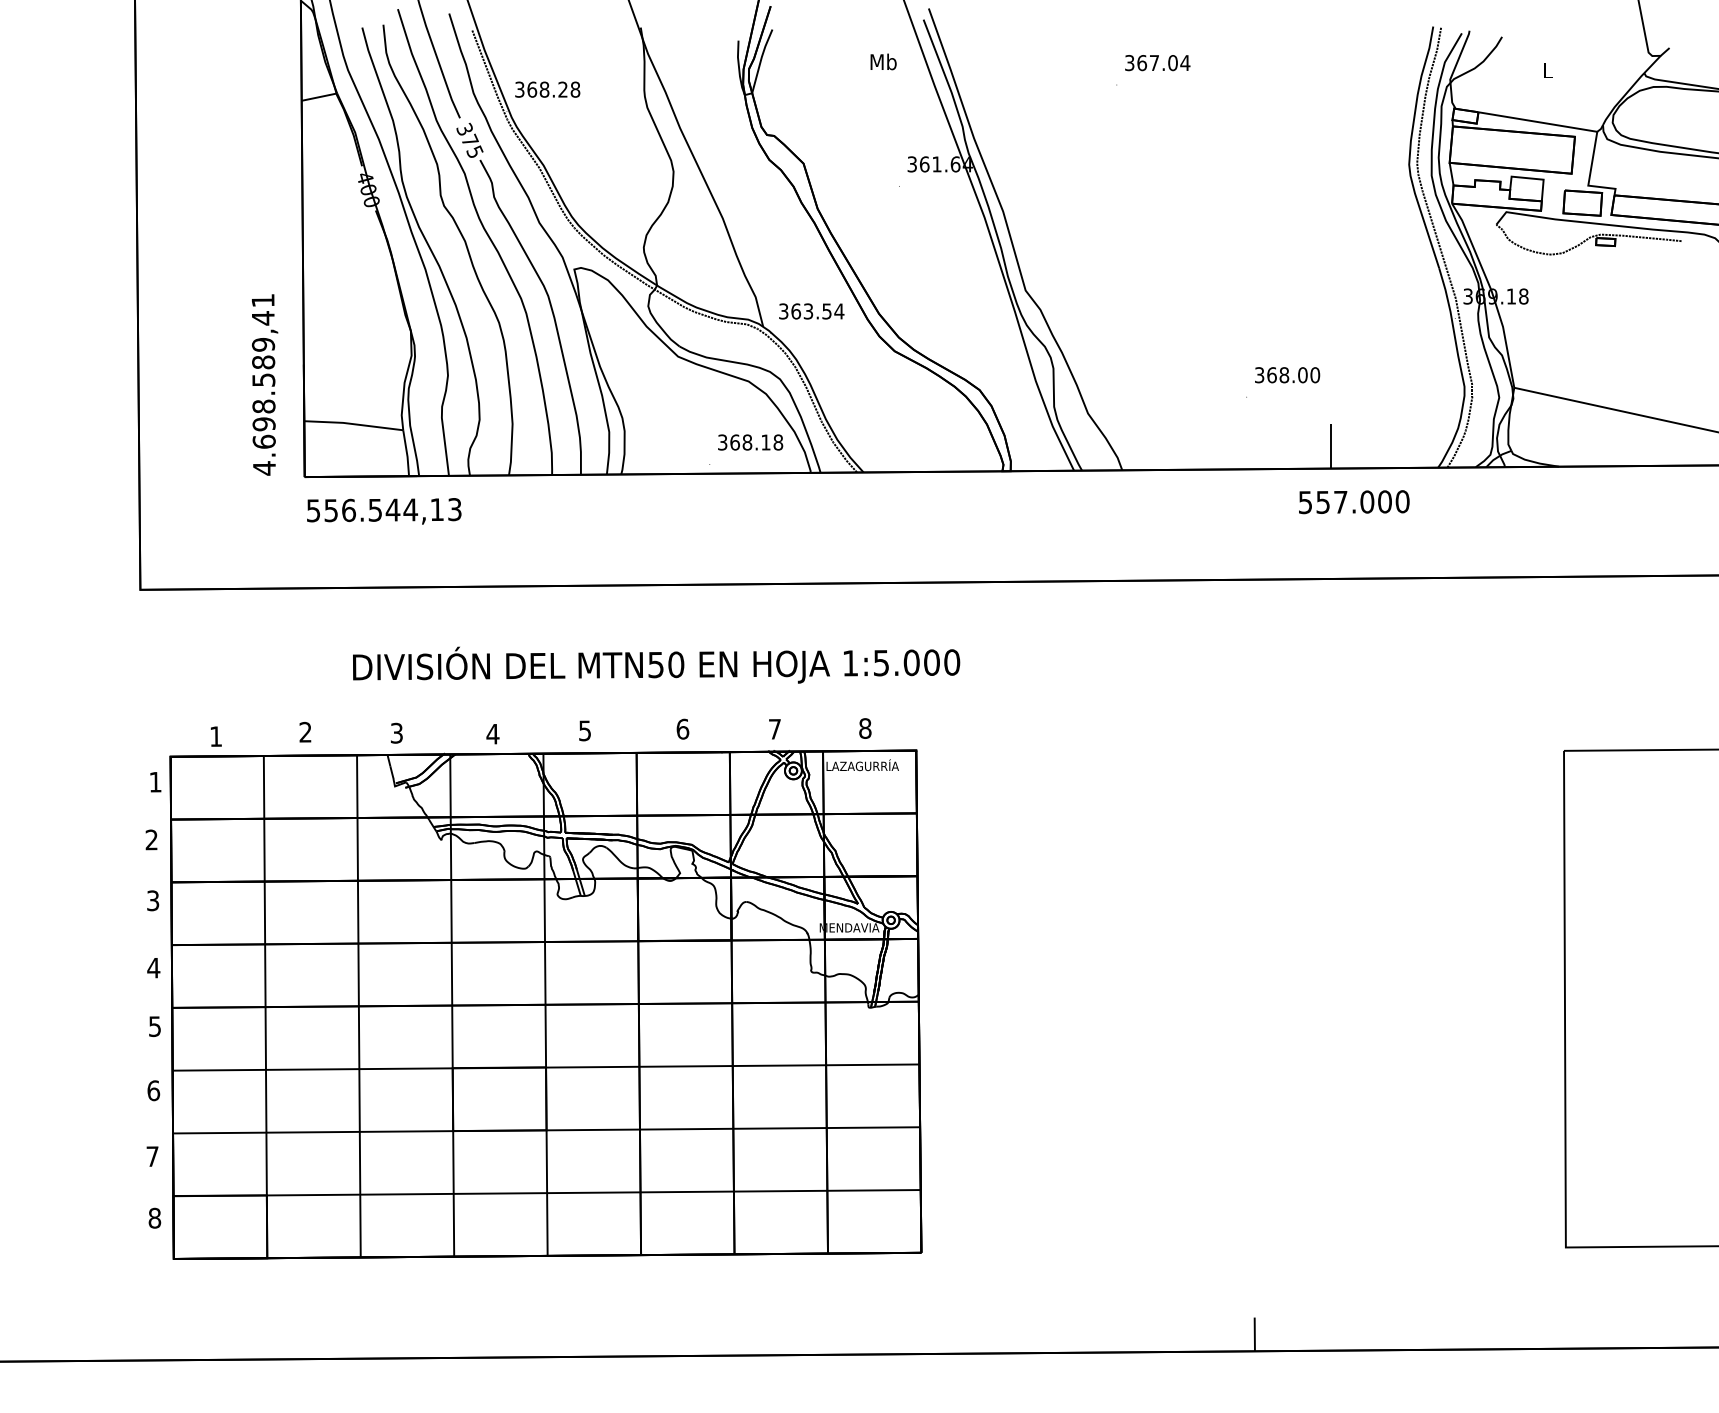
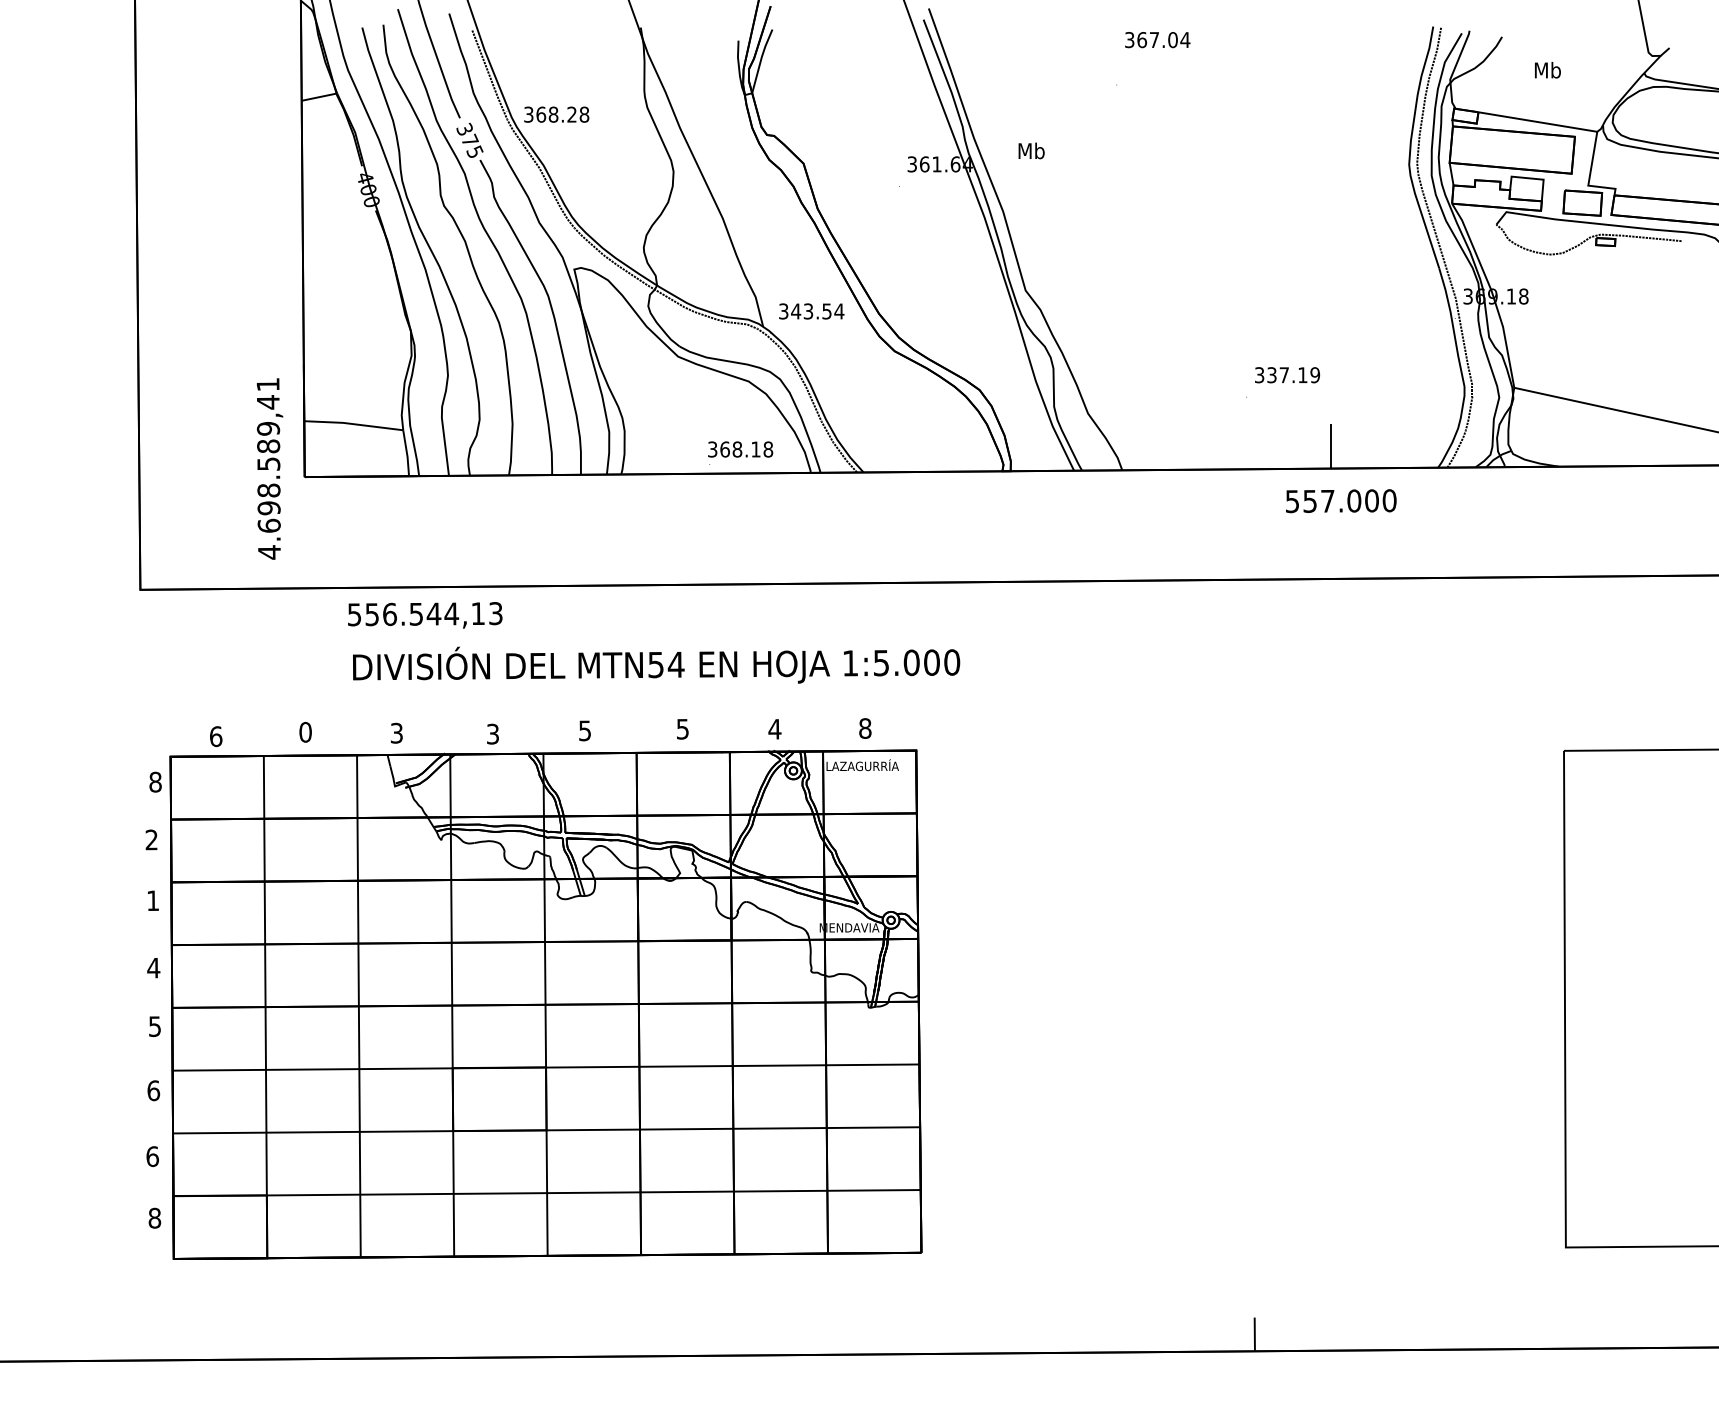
text at (883, 61) position: (883, 61) -> (1031, 150)
text at (1157, 63) position: (1157, 63) -> (1157, 40)
text at (1547, 70): L -> Mb
text at (547, 89) position: (547, 89) -> (556, 114)
text at (796, 311): 363.54 -> 343.54
text at (1293, 375): 368.00 -> 337.19
text at (264, 384) position: (264, 384) -> (269, 468)
text at (750, 442) position: (750, 442) -> (740, 449)
text at (1354, 502) position: (1354, 502) -> (1341, 501)
text at (384, 511) position: (384, 511) -> (425, 615)
text at (675, 664): MTN50 -> MTN54
text at (682, 728): 6 -> 5
text at (774, 729): 7 -> 4
text at (305, 732): 2 -> 0
text at (492, 733): 4 -> 3
text at (216, 736): 1 -> 6
text at (155, 781): 1 -> 8
text at (153, 900): 3 -> 1
text at (152, 1156): 7 -> 6
